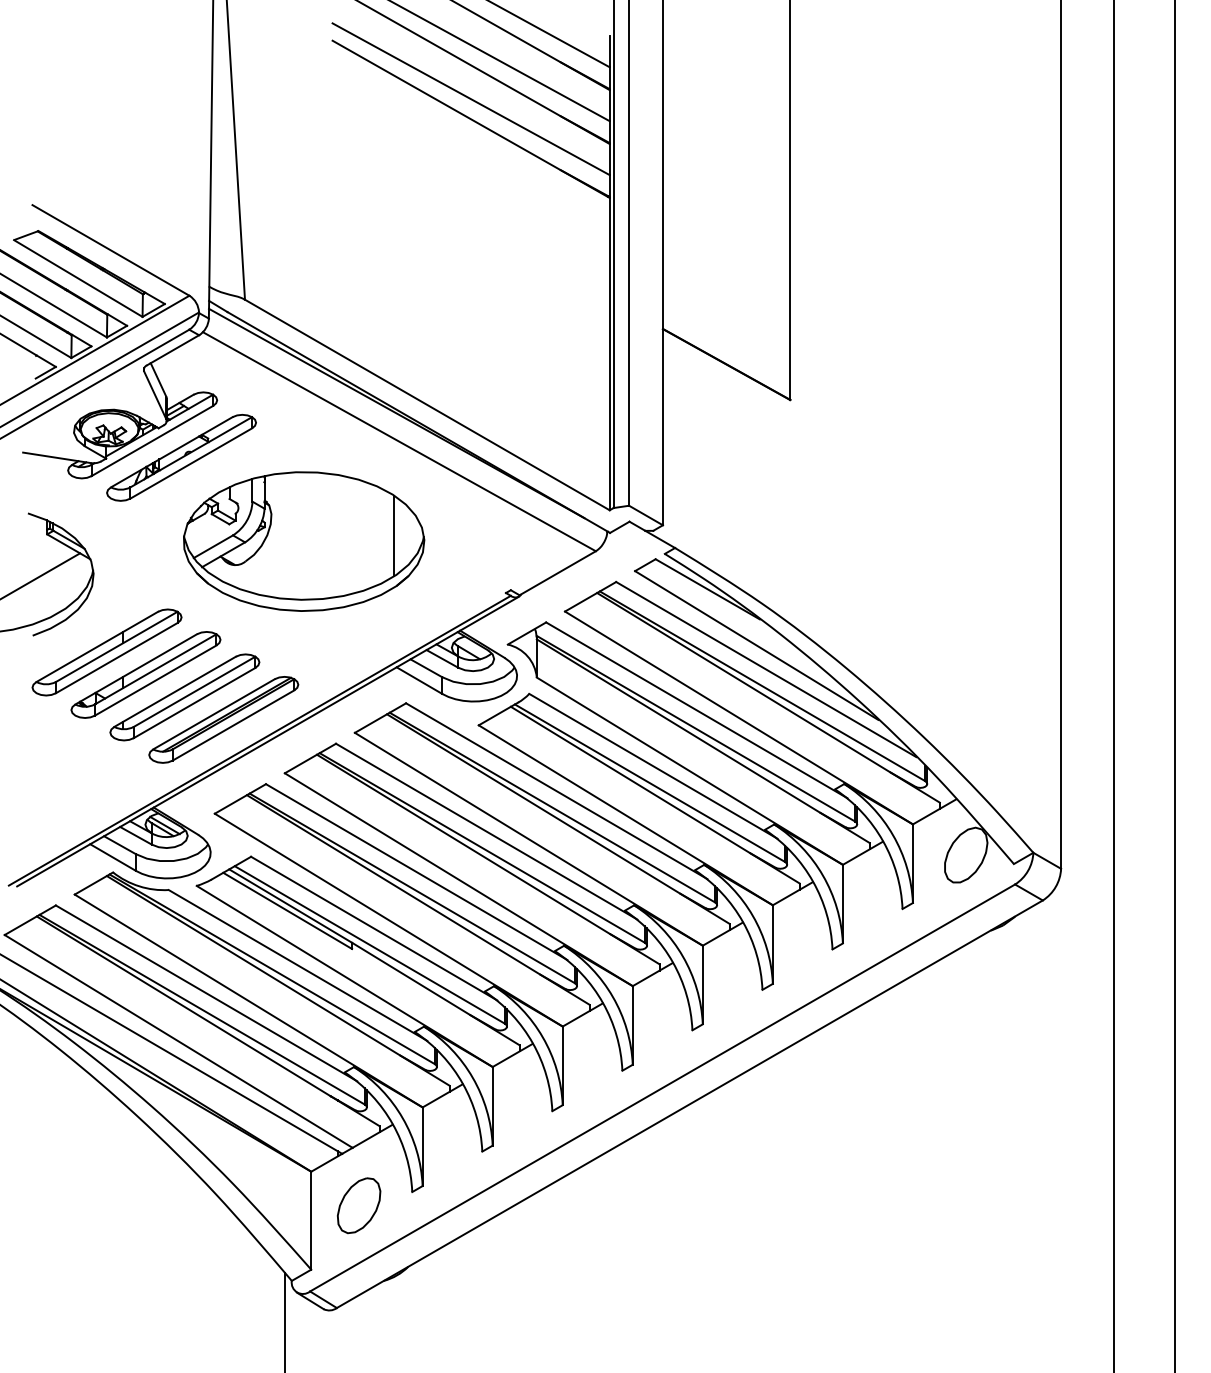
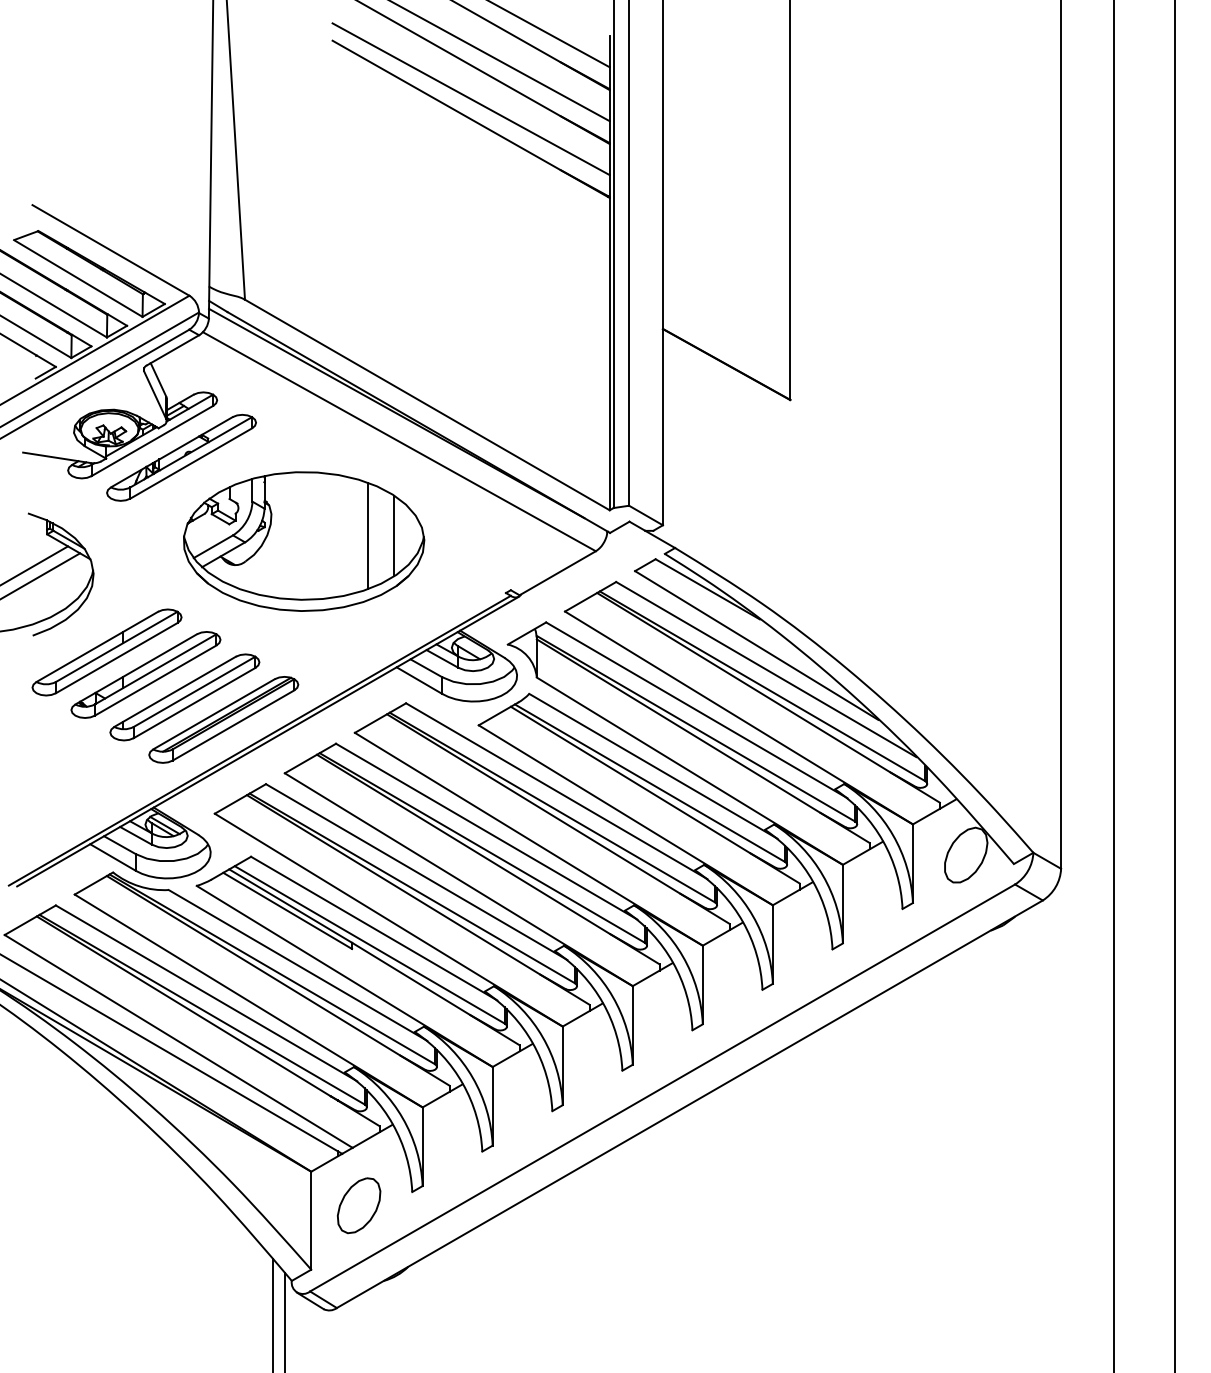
line at (368, 535): none -> present
line at (35, 565): none -> present
line at (272, 1313): none -> present
